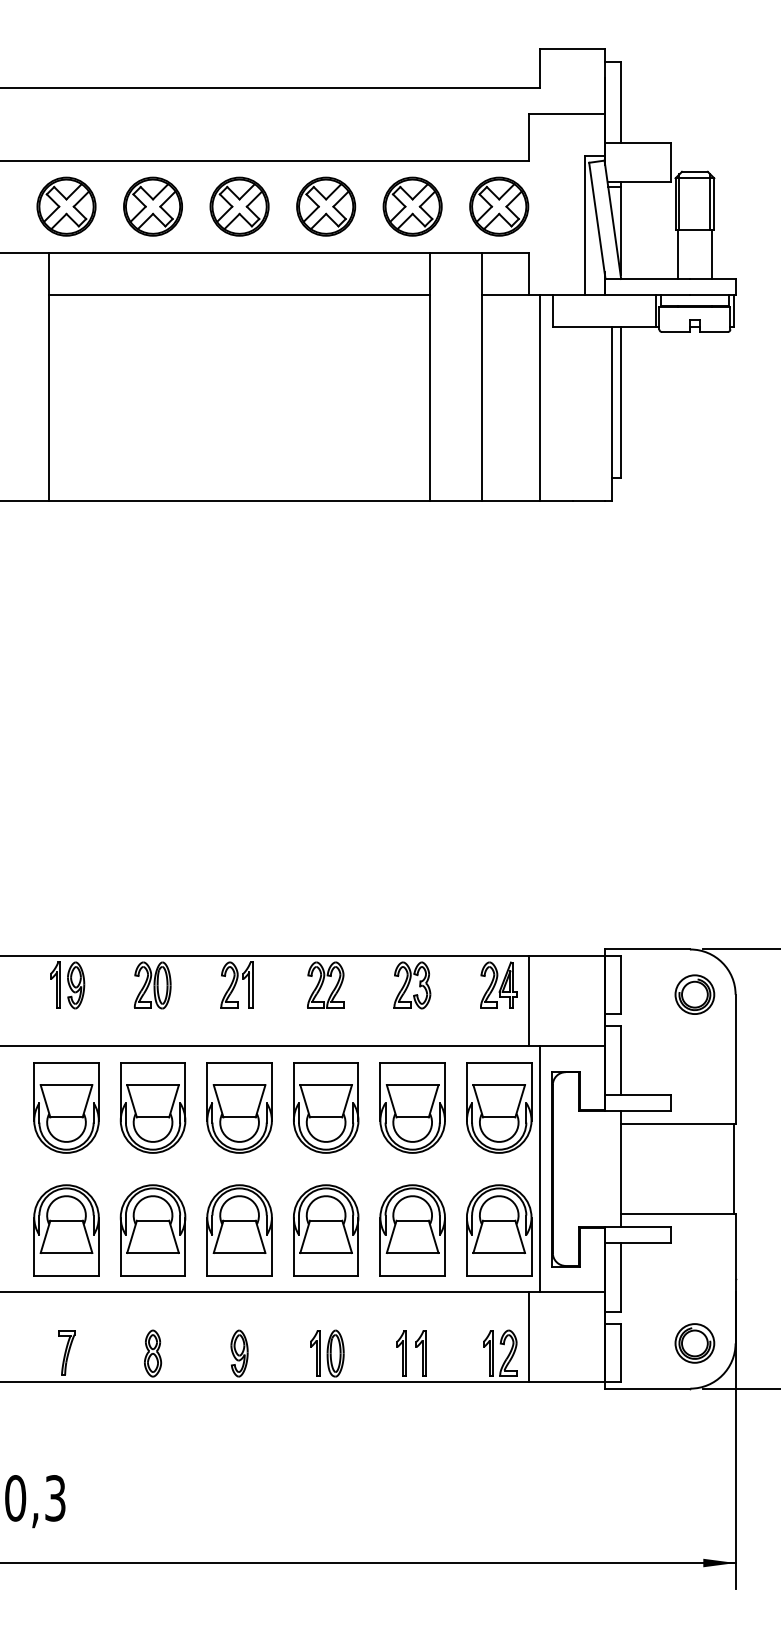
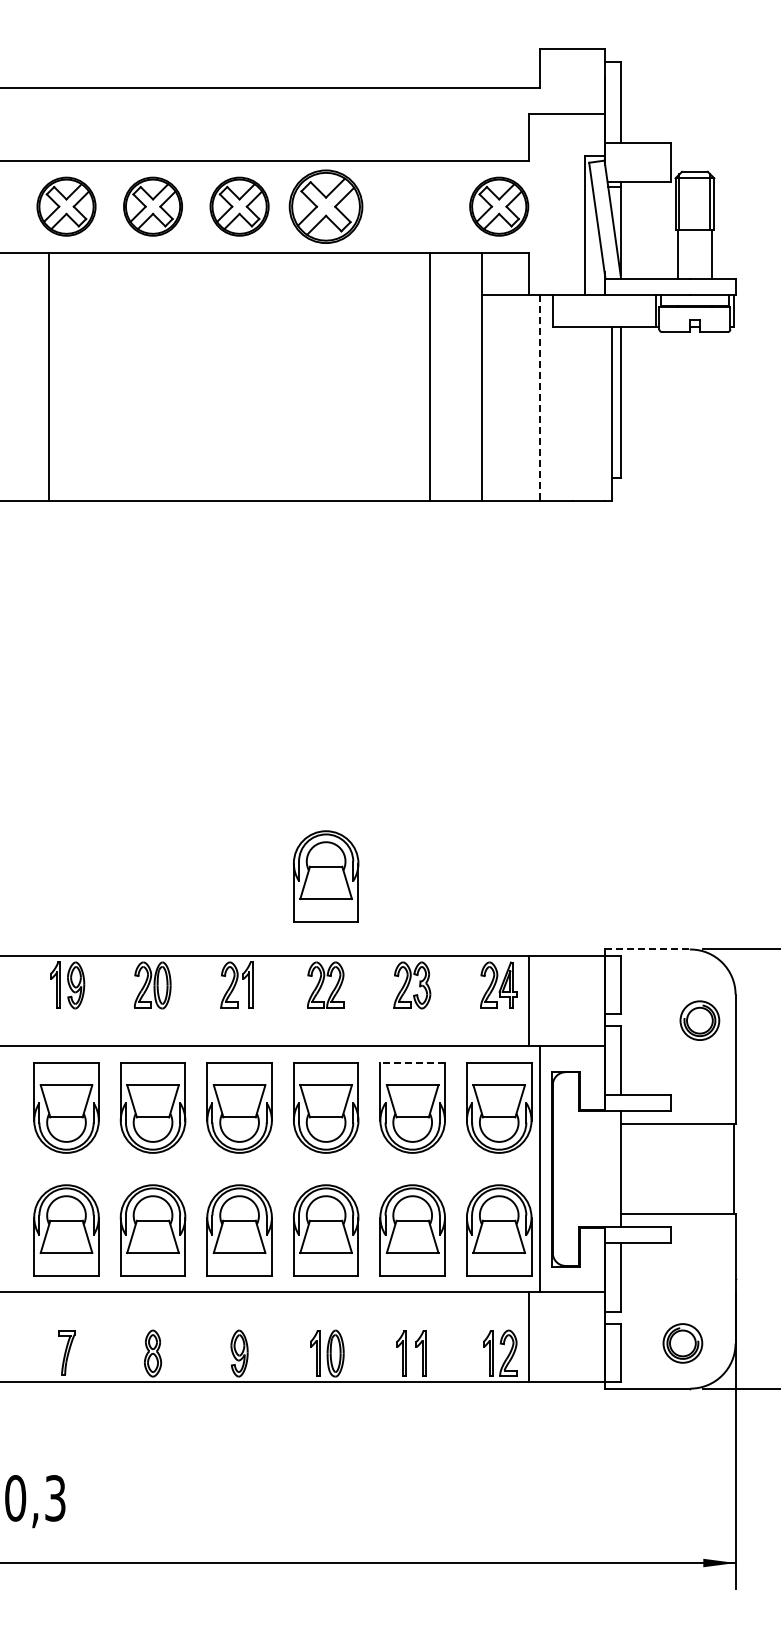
part at (326, 206) size: 61x61 px -> 76x75 px
part at (412, 206): present -> none
line at (239, 294): present -> none
line at (539, 398): solid -> dashed
part at (326, 876): none -> present
line at (647, 949): solid -> dashed
part at (694, 994) position: (694, 994) -> (699, 1020)
line at (412, 1062): solid -> dashed
part at (694, 1343) position: (694, 1343) -> (682, 1343)
